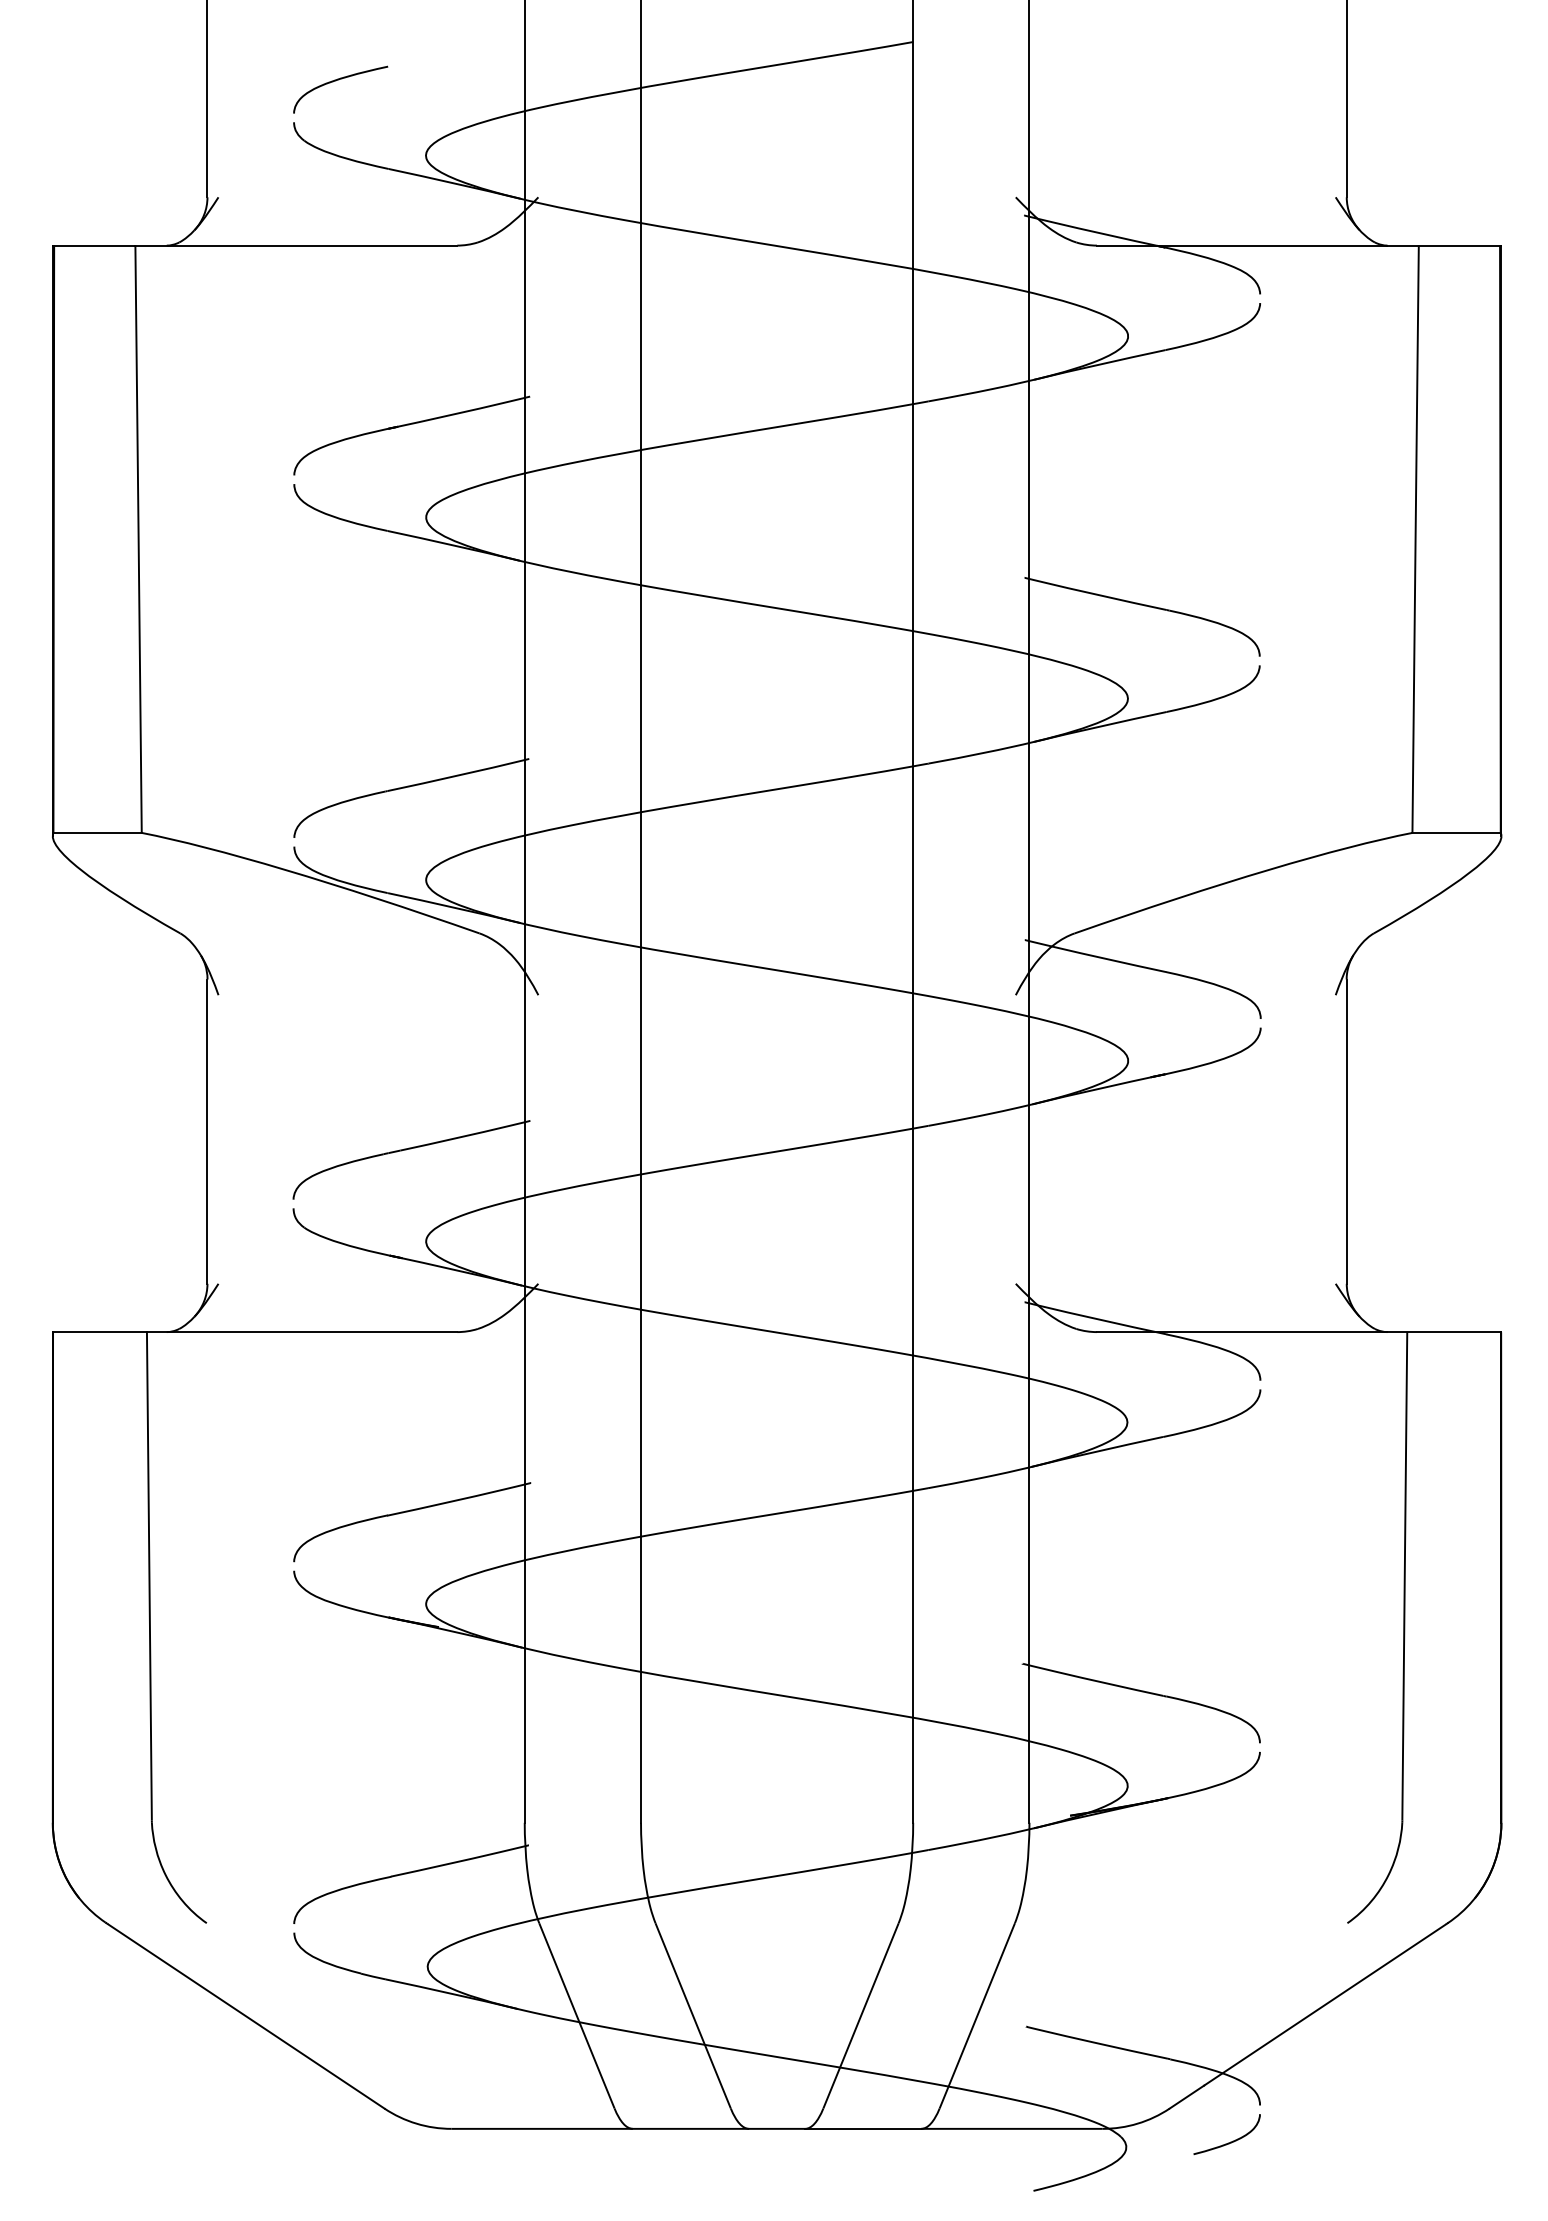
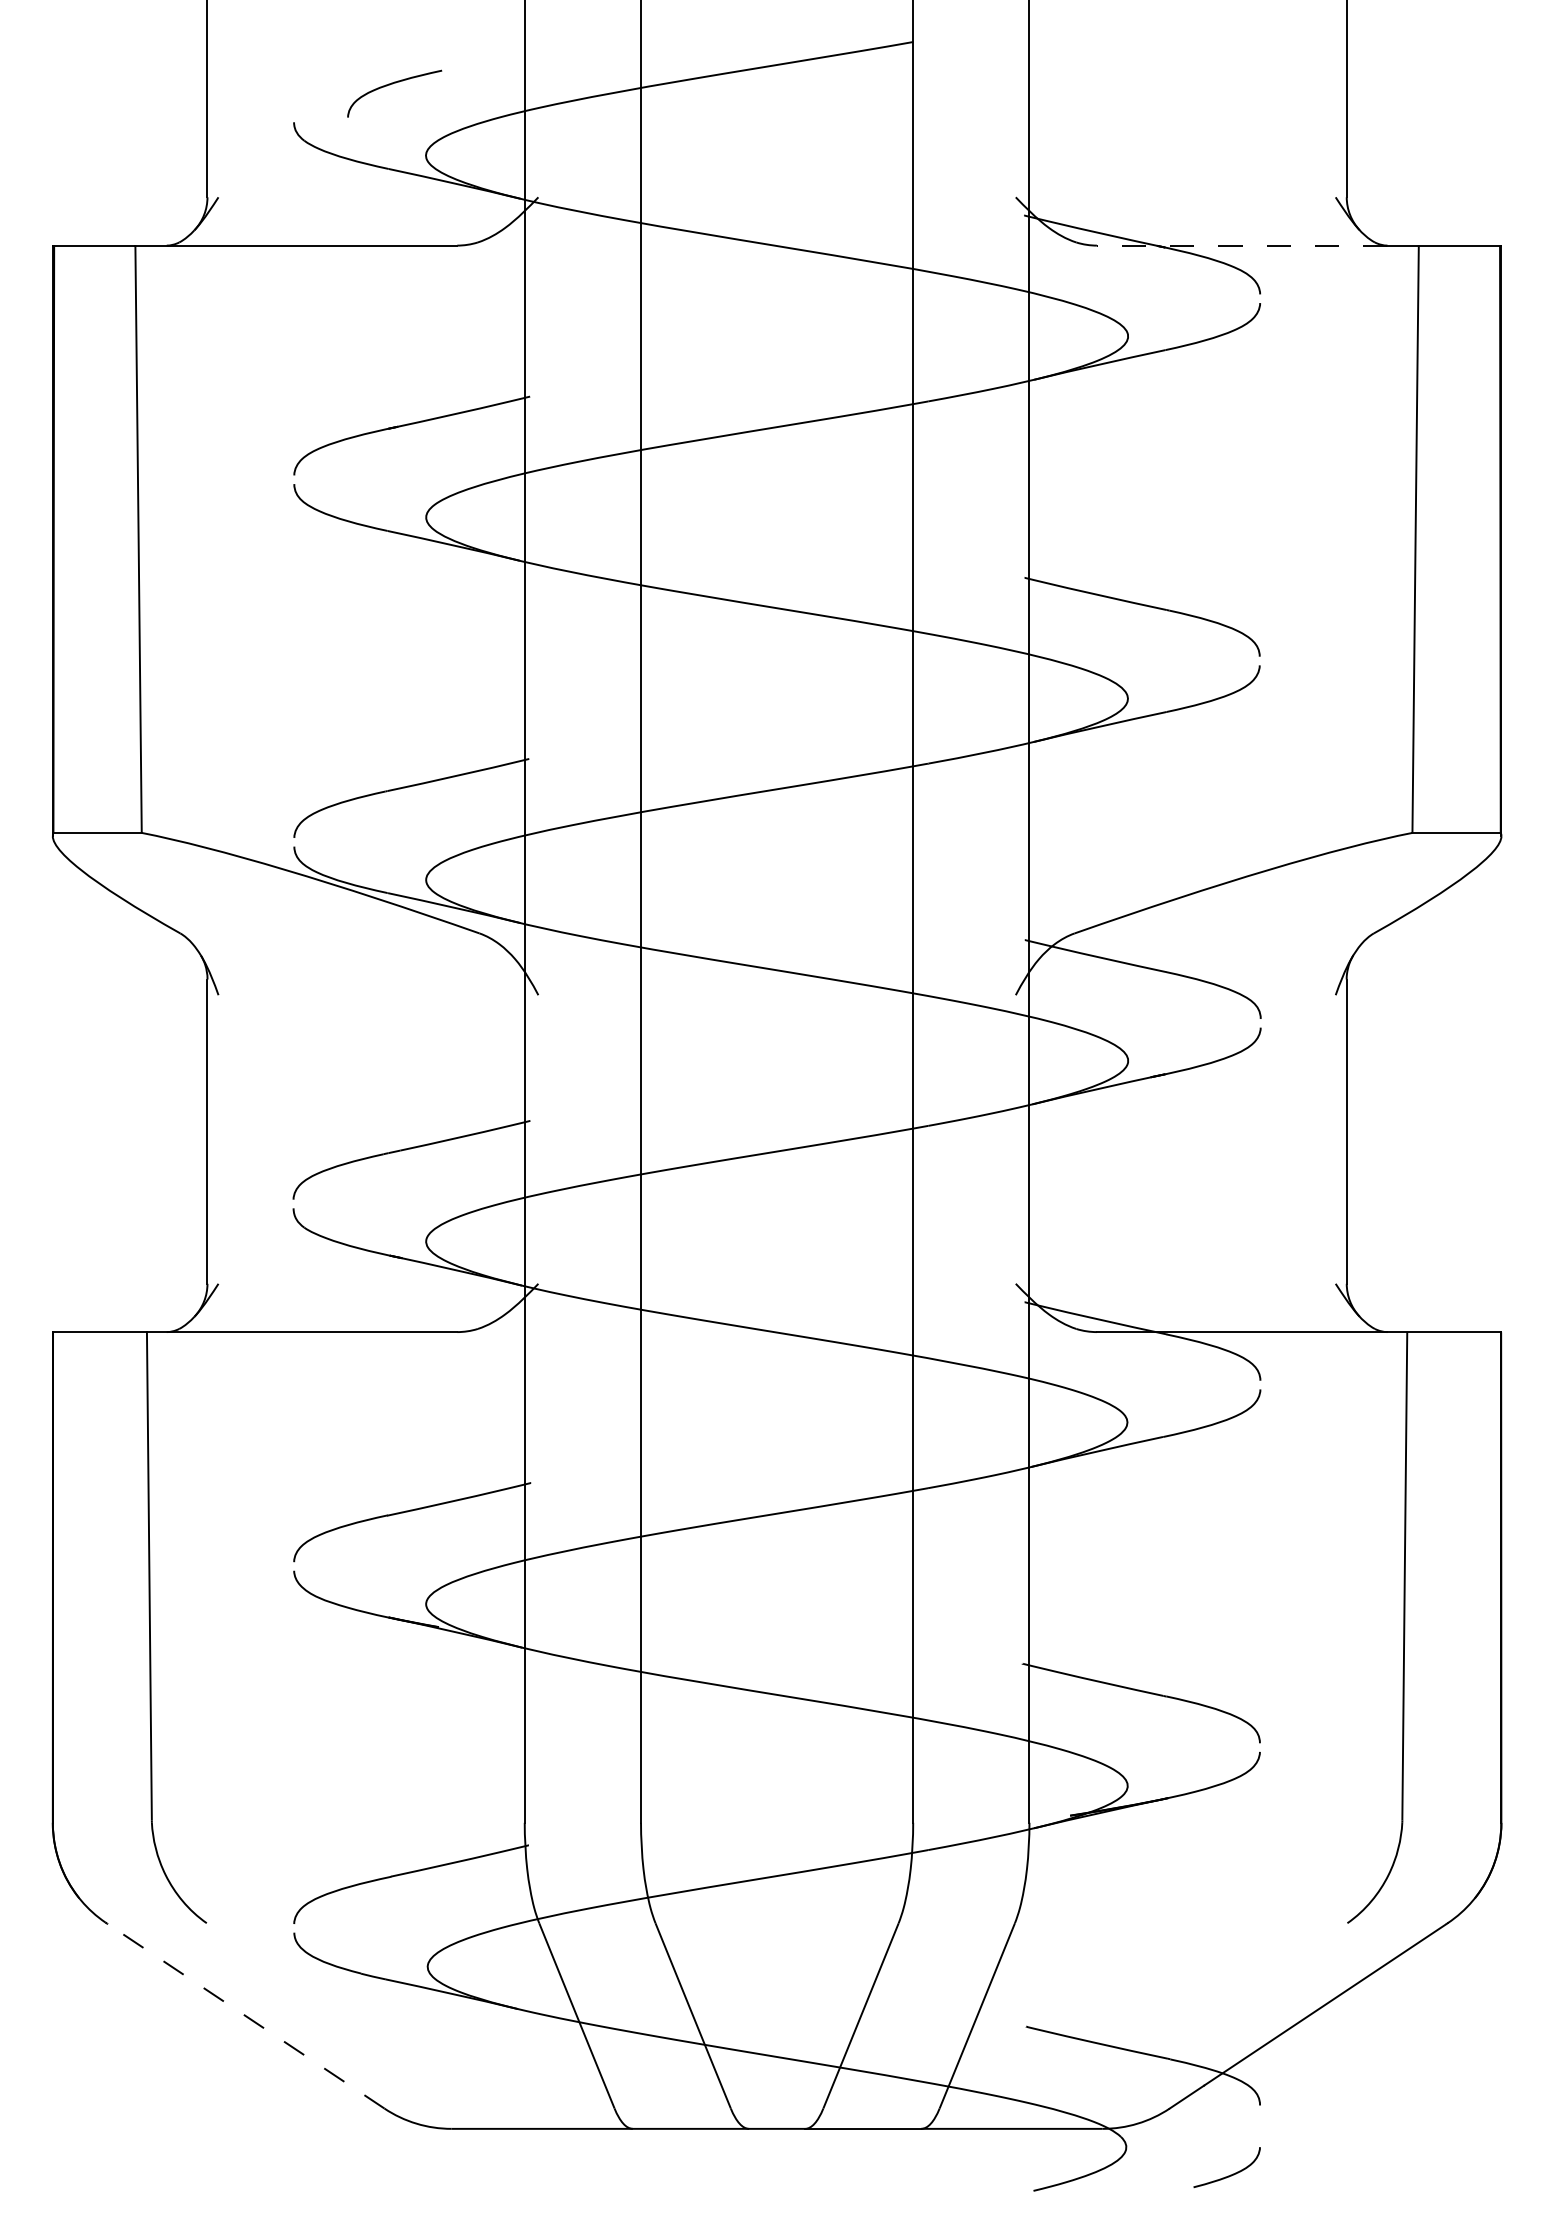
part at (336, 81) position: (336, 81) -> (390, 85)
line at (1241, 245): solid -> dashed
line at (245, 2016): solid -> dashed
curve at (1230, 2141) position: (1230, 2141) -> (1230, 2174)
